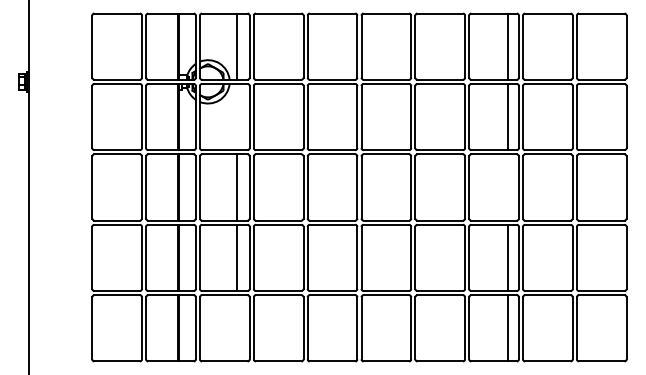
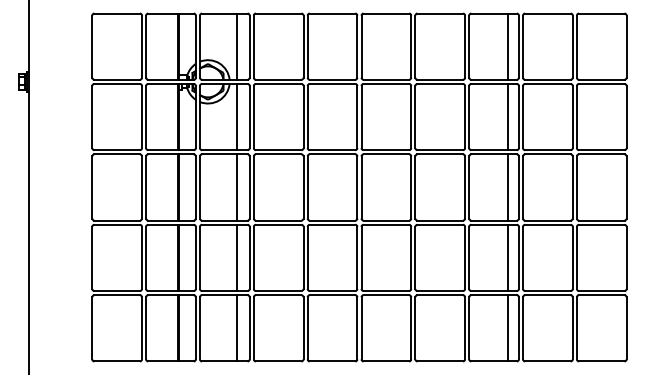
line at (237, 116): none -> present
line at (507, 187): none -> present
line at (237, 328): none -> present
